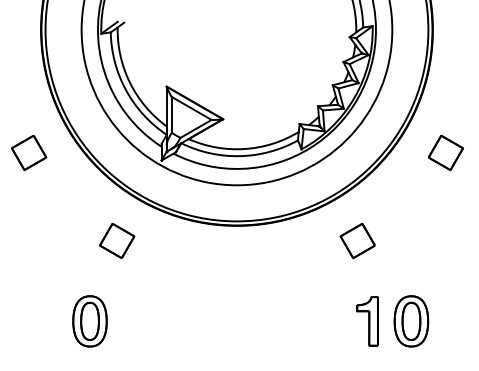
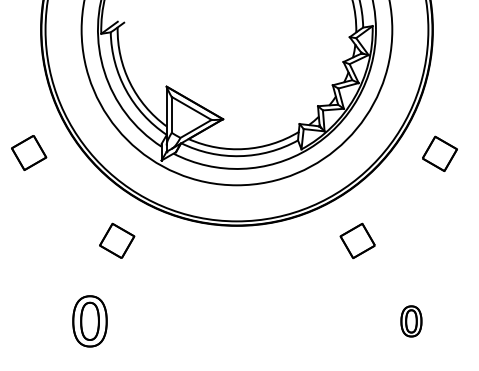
part at (445, 152) position: (445, 152) -> (439, 153)
part at (367, 321): present -> none
part at (411, 321) size: 37x53 px -> 23x33 px
